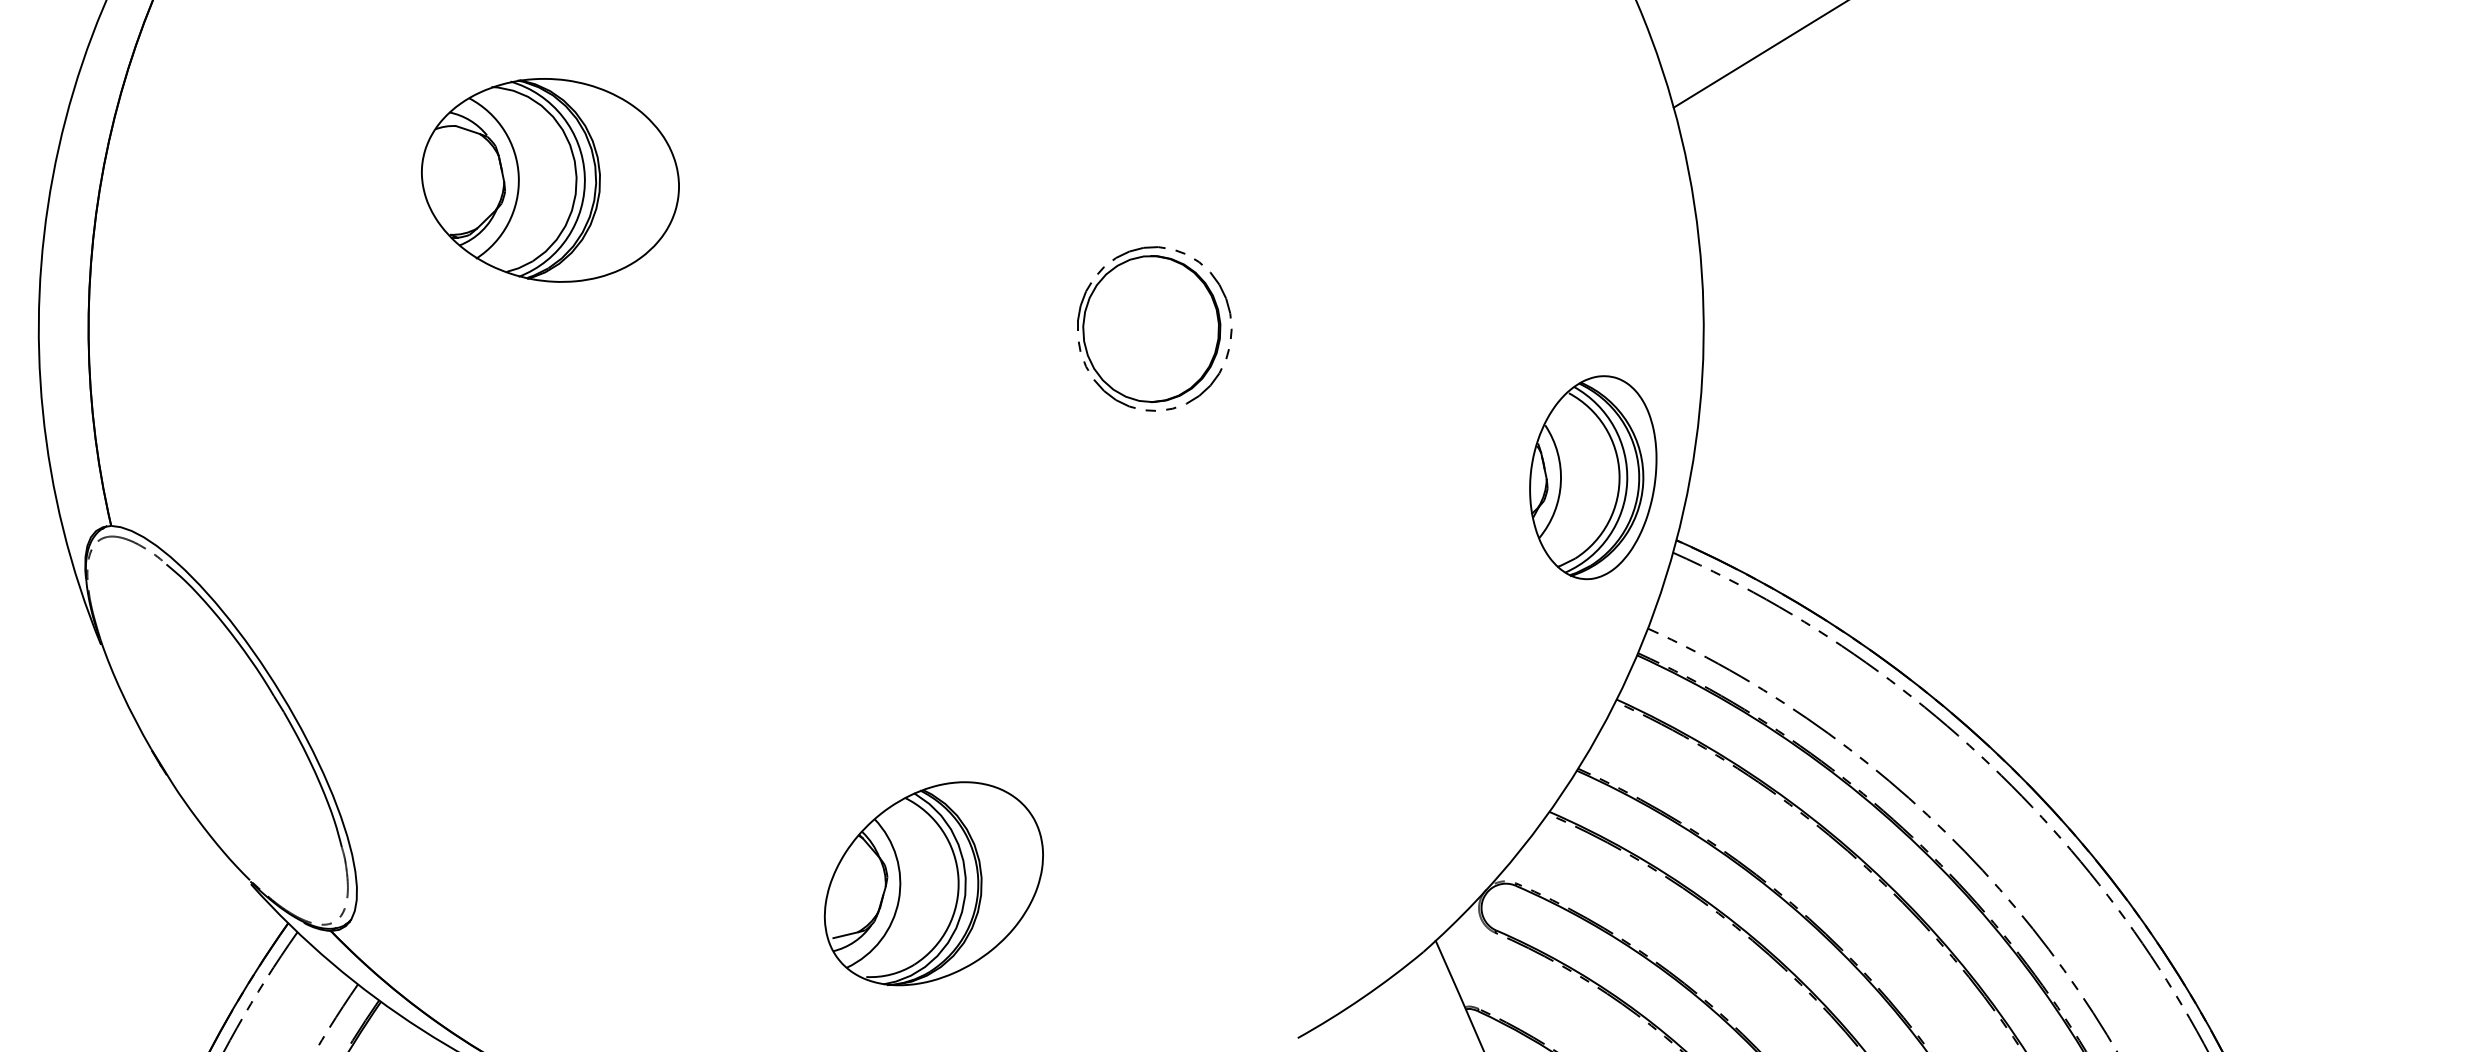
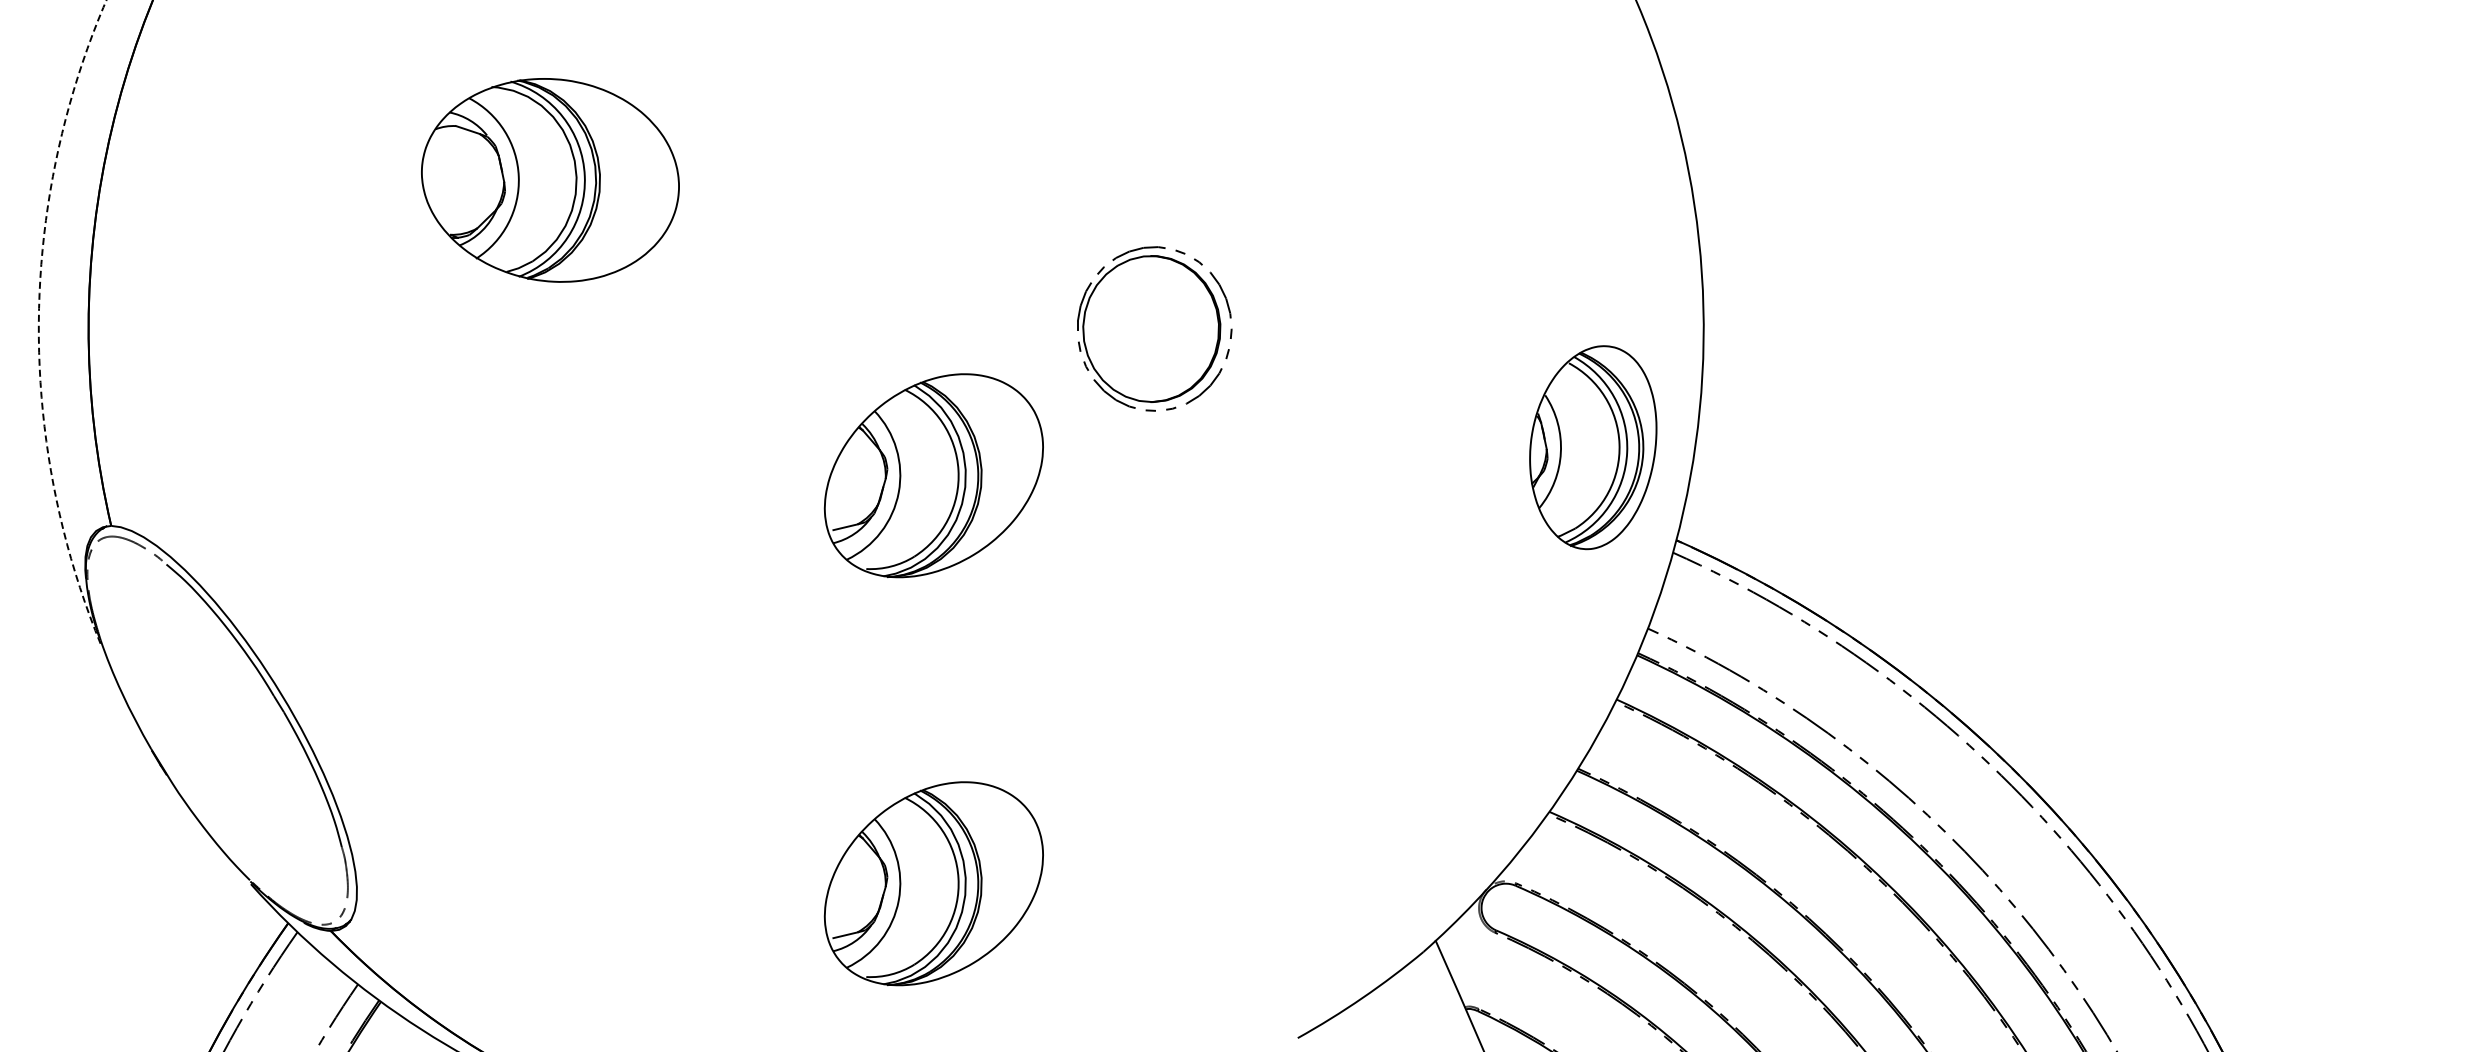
line at (1759, 54): present -> none
arc at (38, 327): solid -> dashed
part at (933, 475): none -> present
part at (1593, 477) position: (1593, 477) -> (1593, 447)
